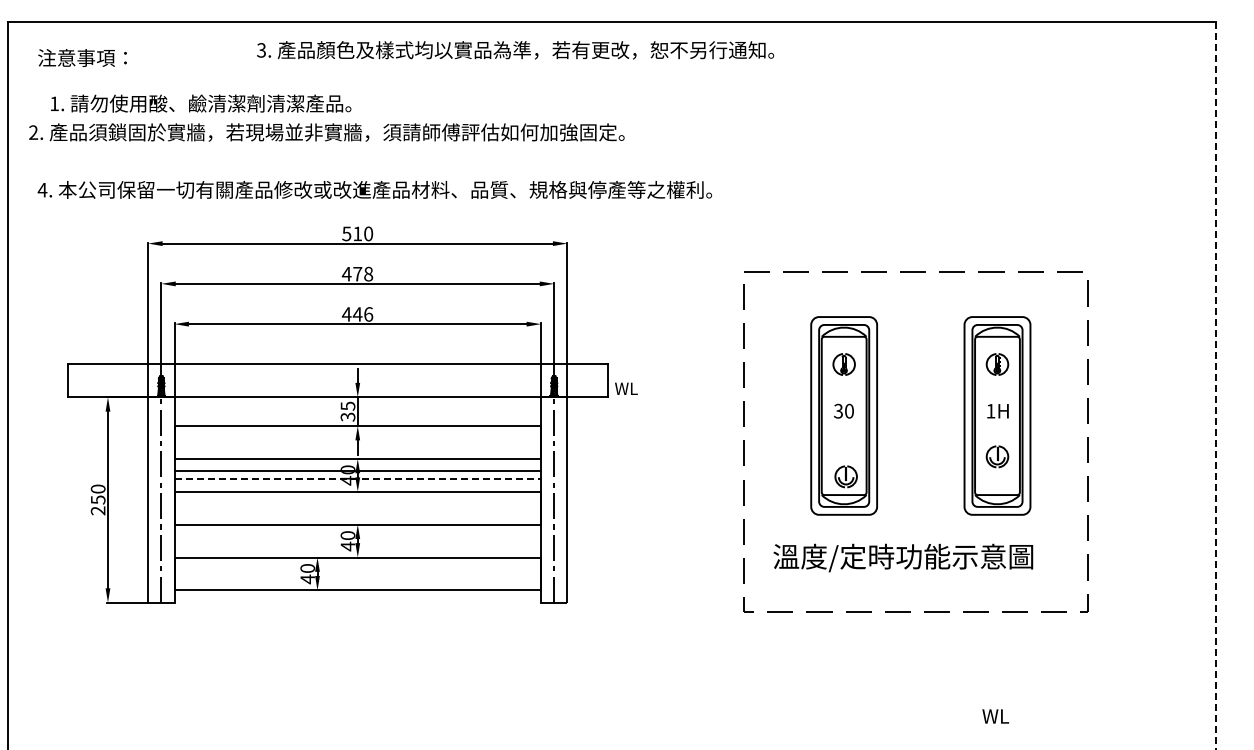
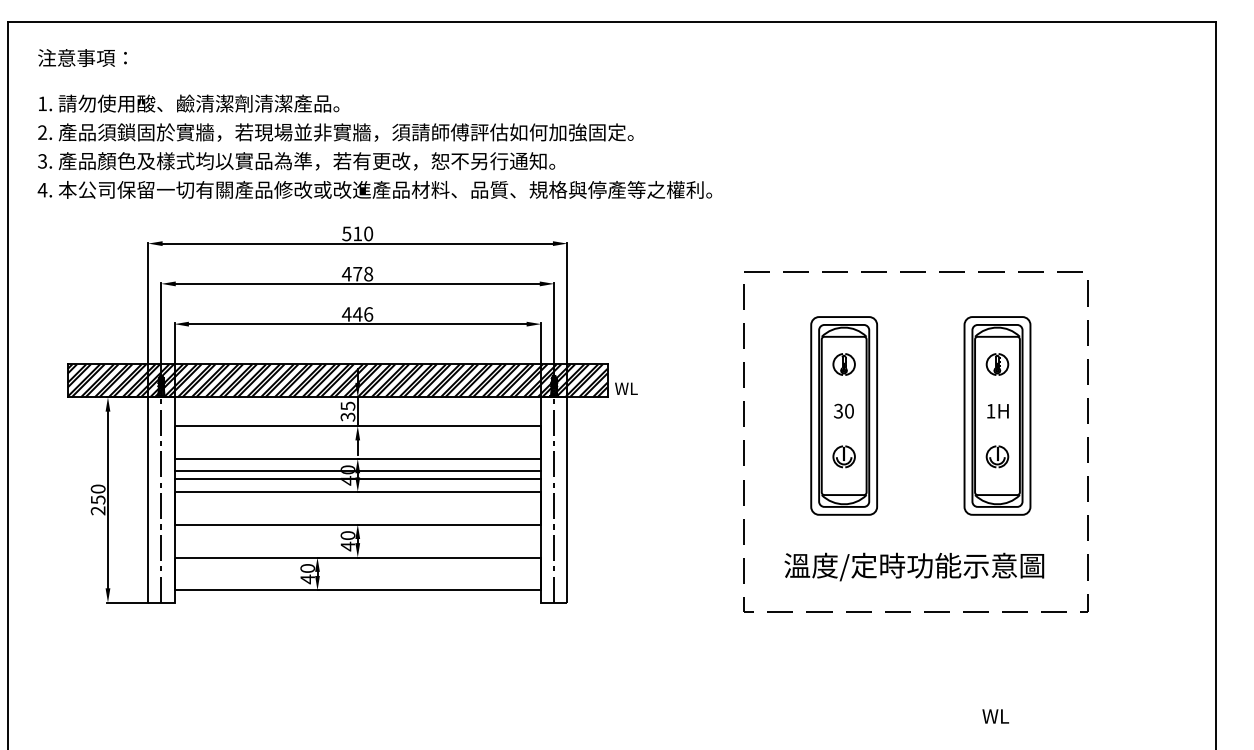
text at (515, 50) position: (515, 50) -> (296, 161)
text at (201, 103) position: (201, 103) -> (189, 103)
text at (326, 132) position: (326, 132) -> (335, 132)
hatch at (337, 380): none -> present
line at (1216, 386): dashed -> solid
part at (845, 476) position: (845, 476) -> (843, 456)
line at (358, 479): dashed -> solid
text at (903, 557) position: (903, 557) -> (914, 566)
